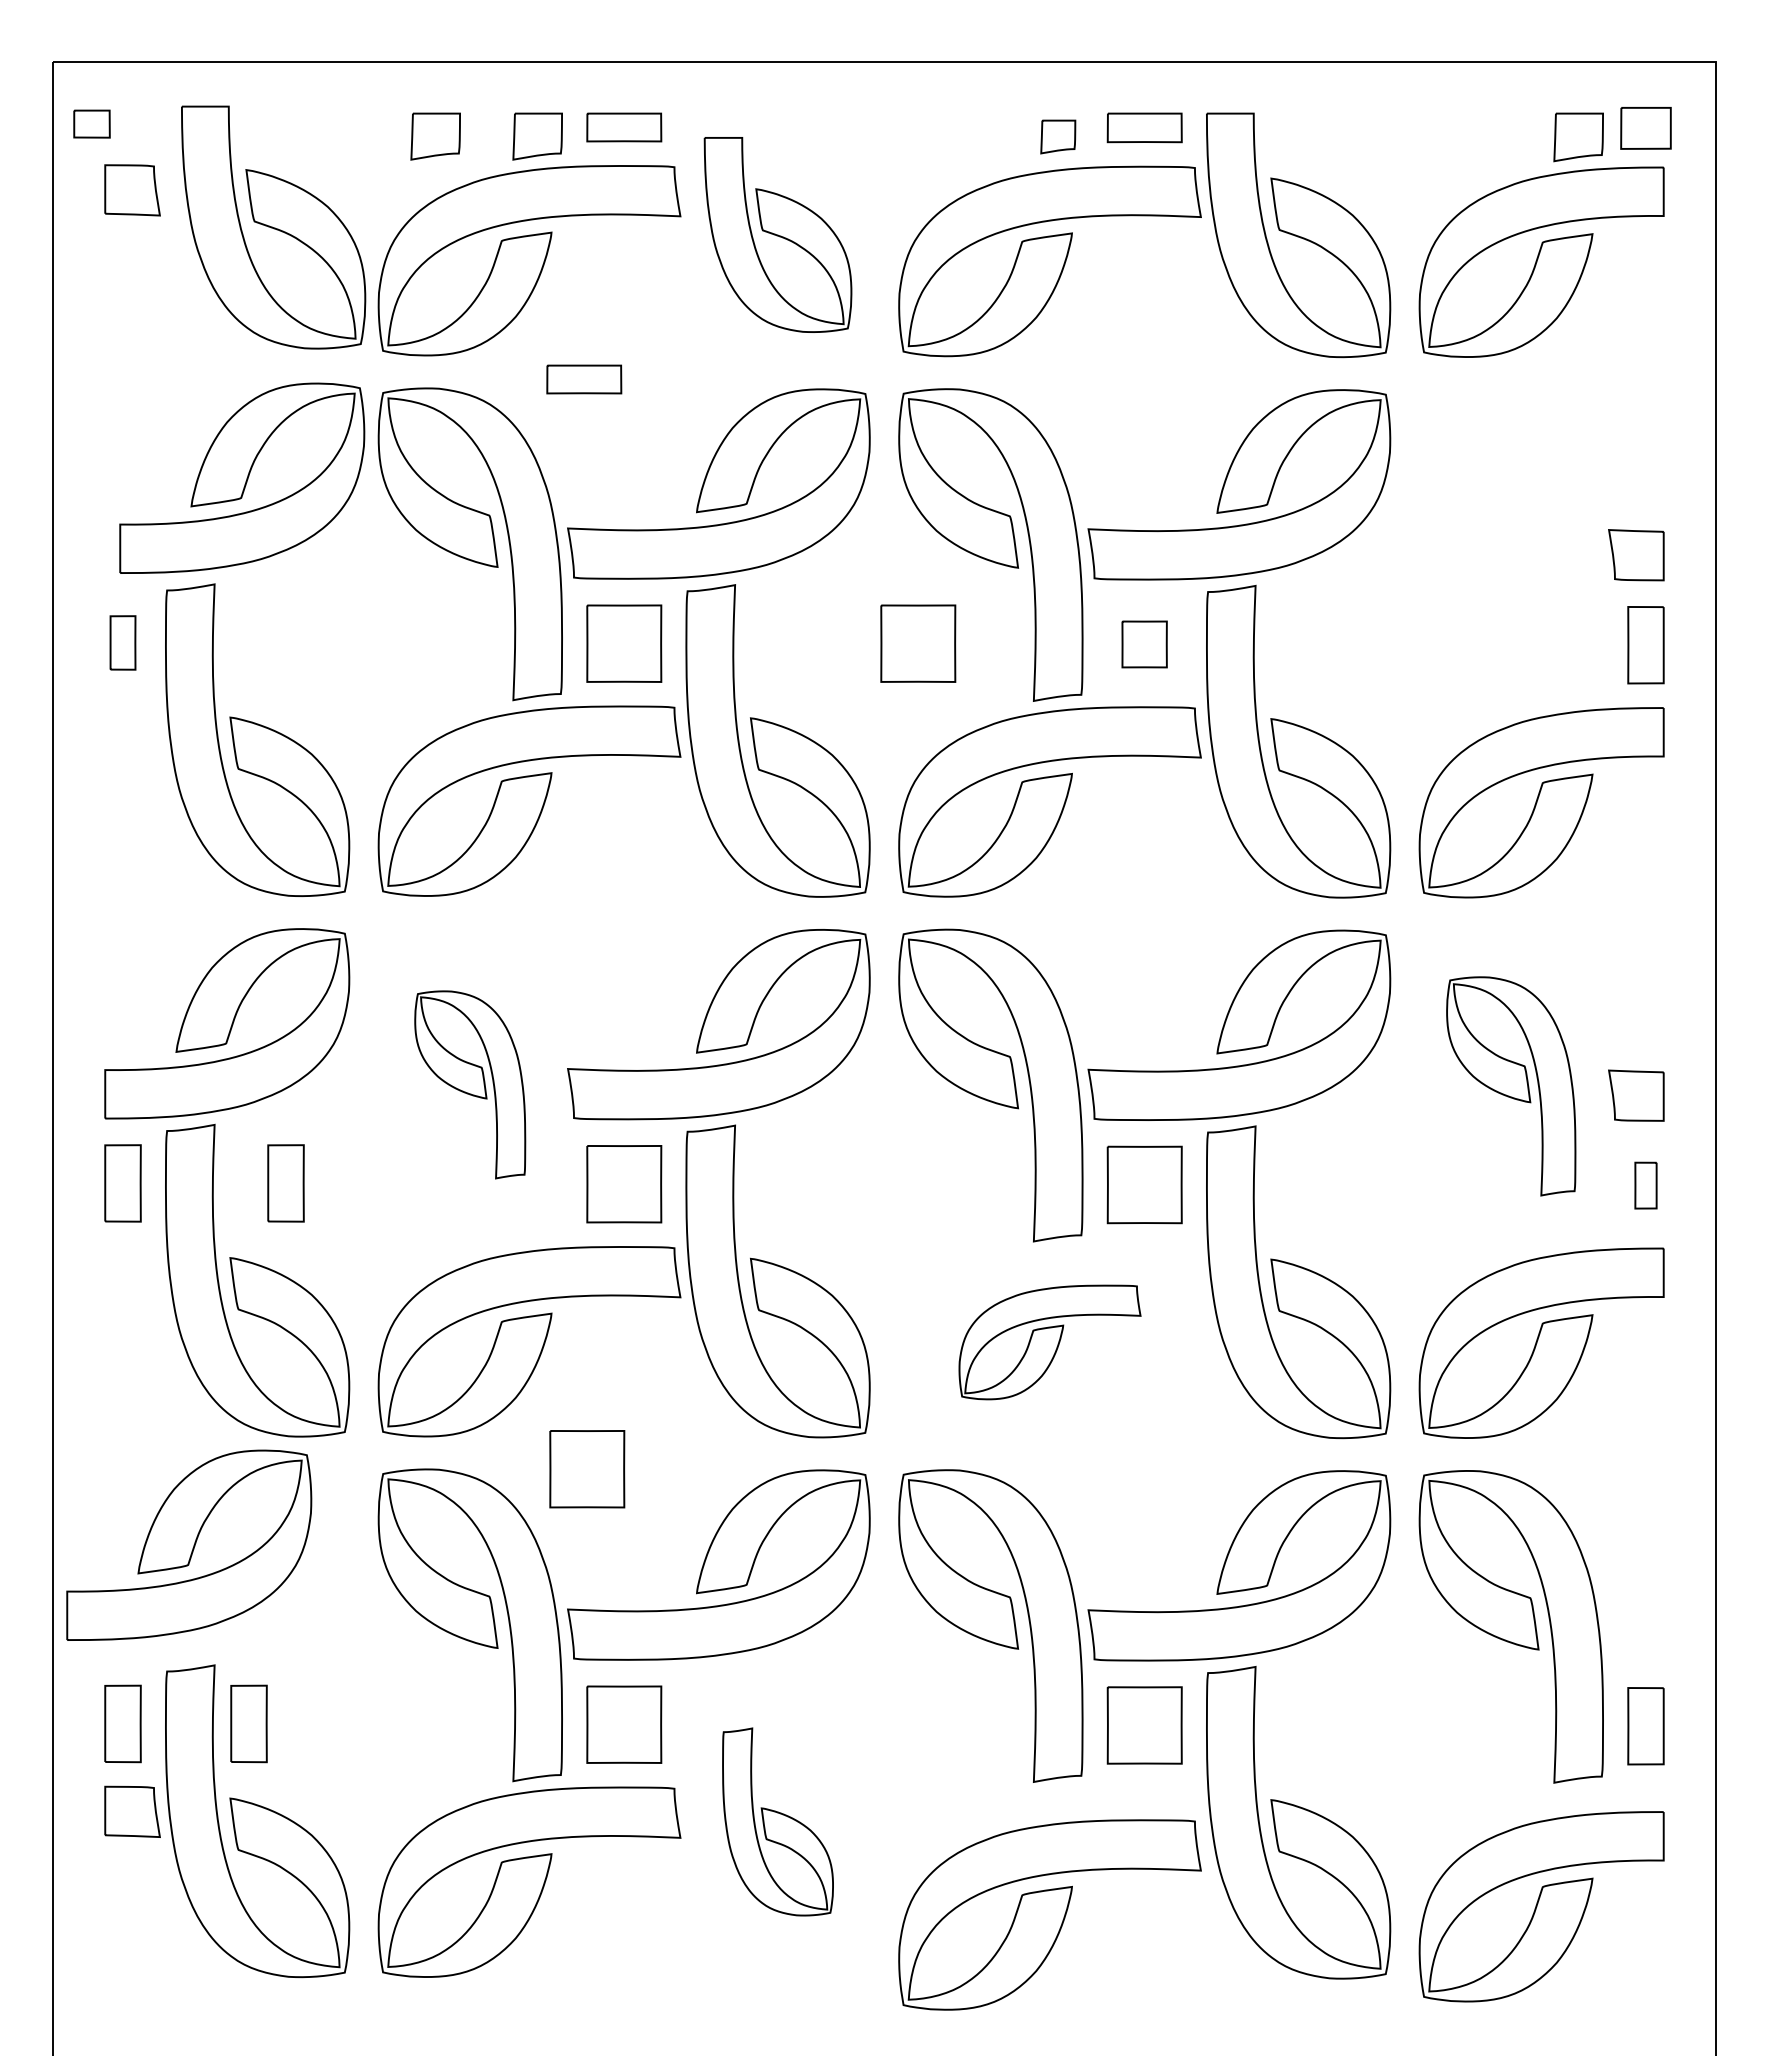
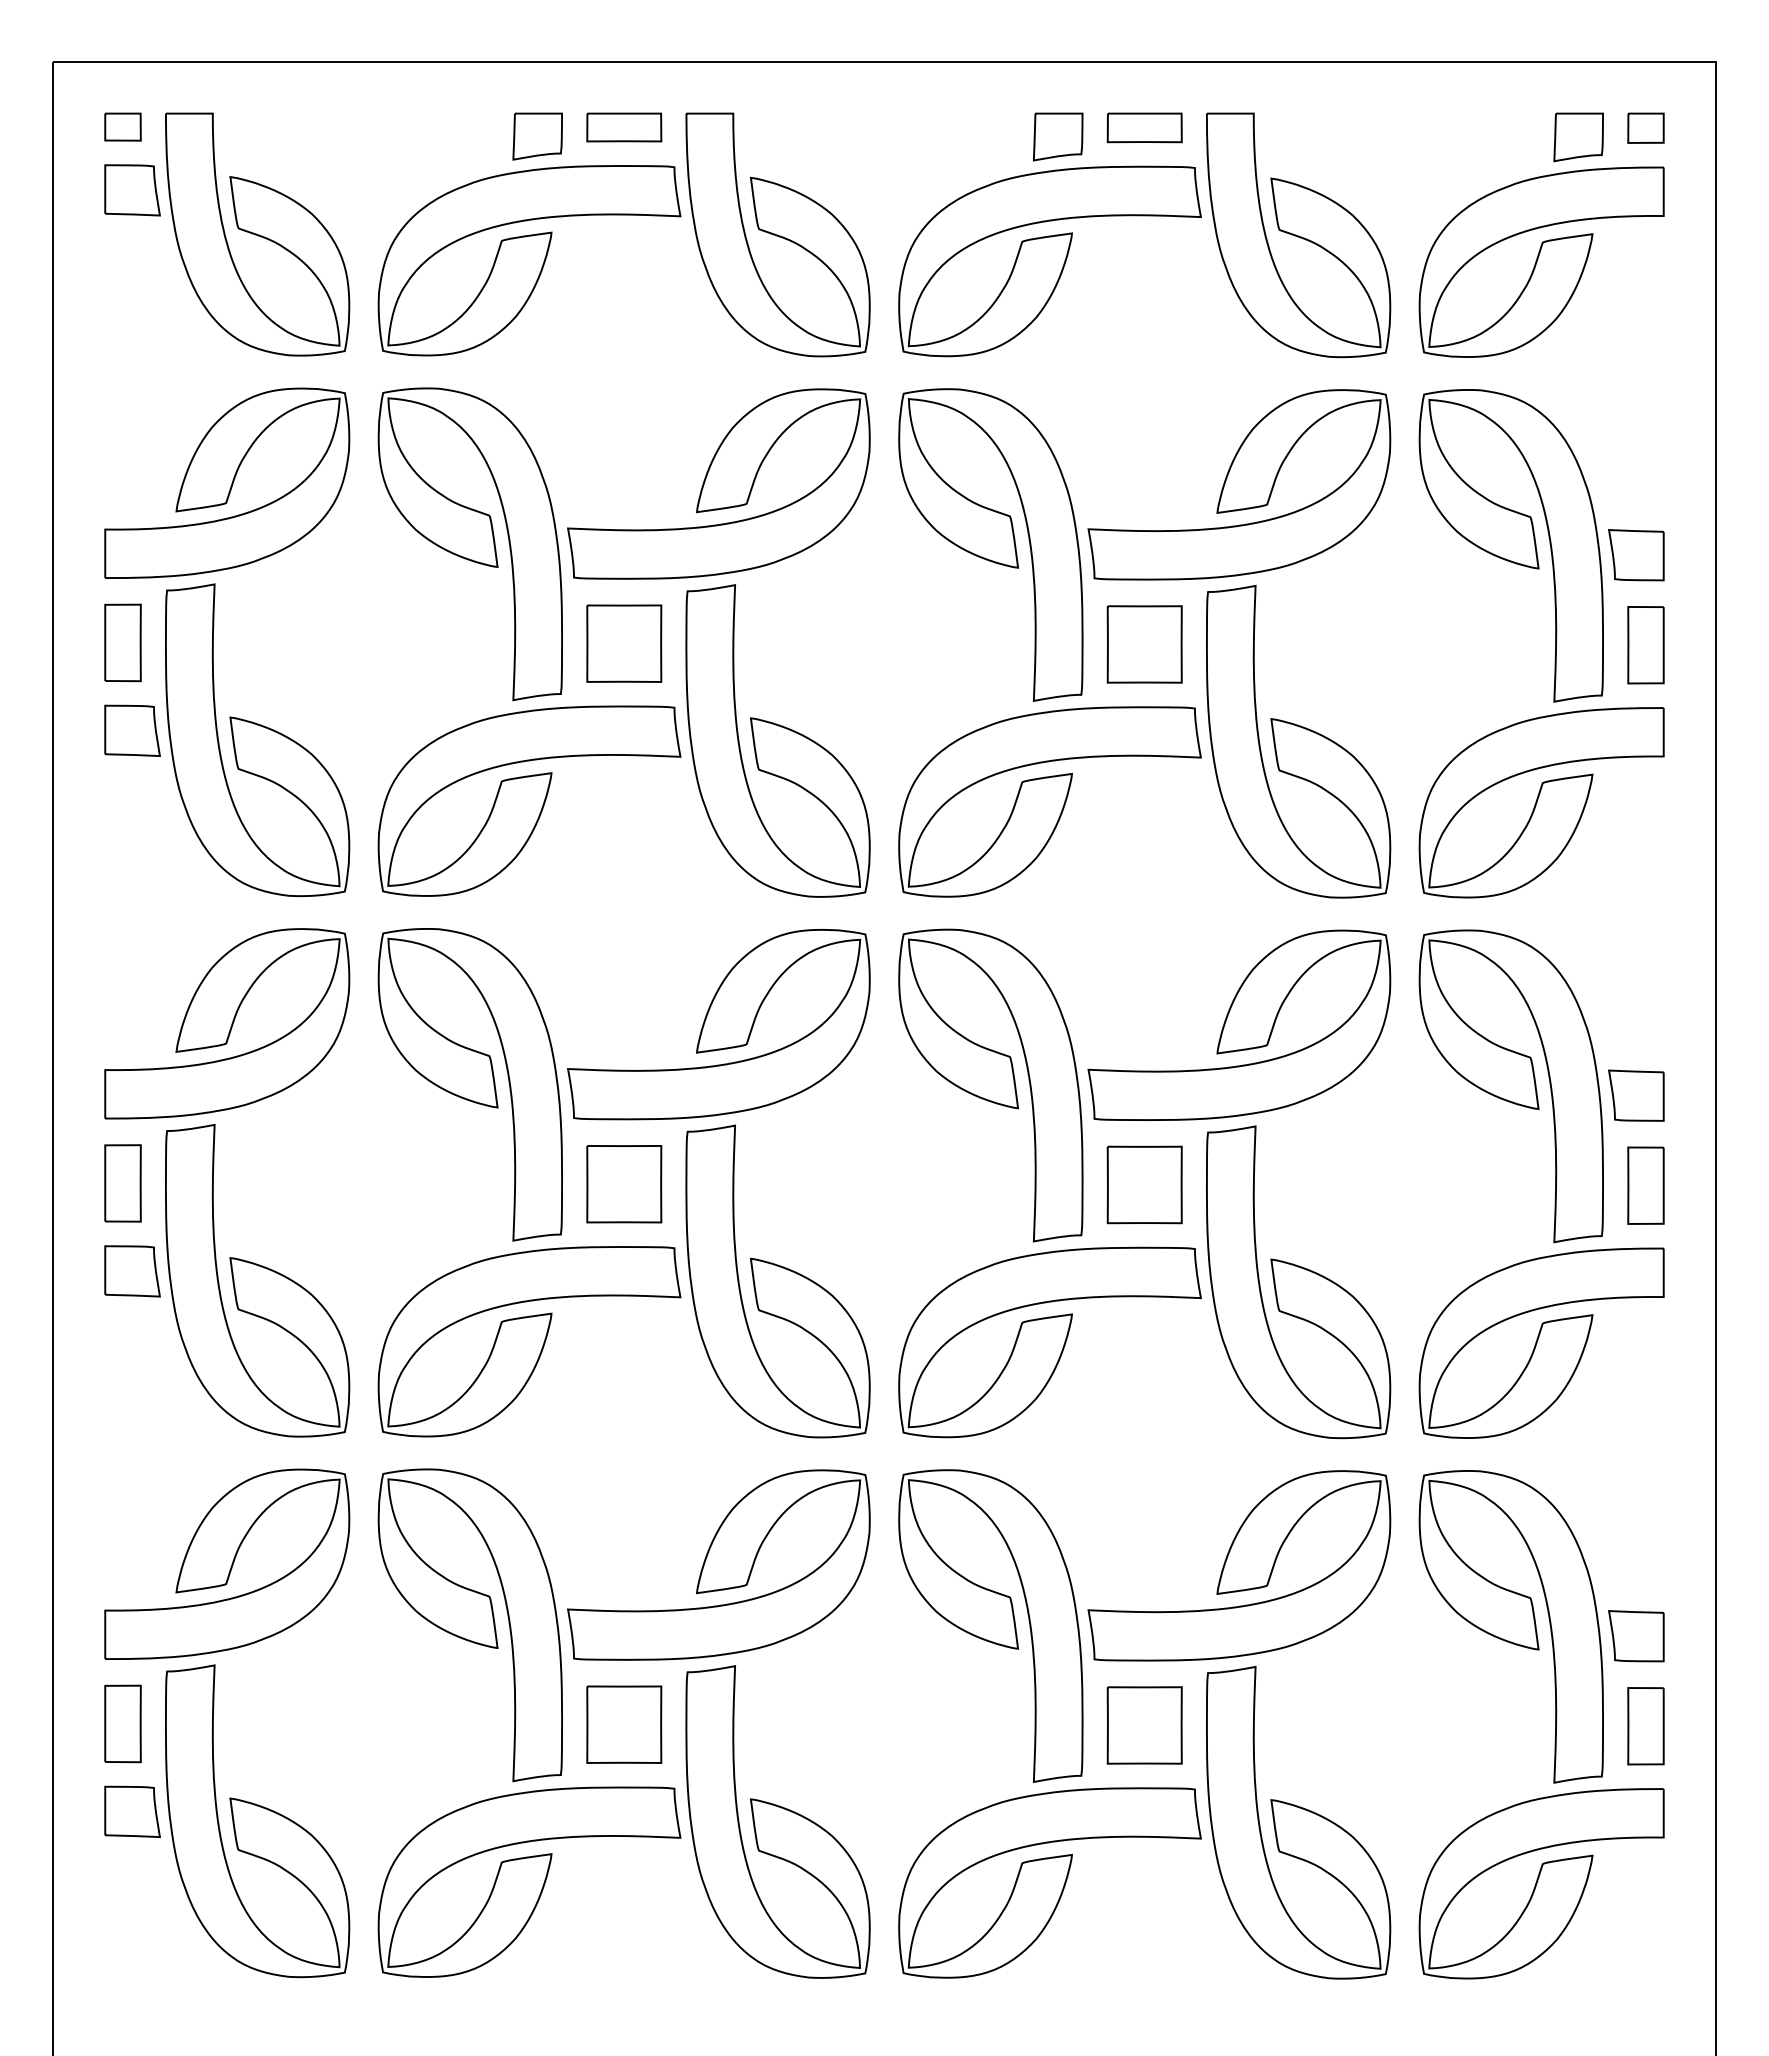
part at (91, 123) position: (91, 123) -> (122, 126)
part at (1645, 128) size: 52x43 px -> 38x32 px
part at (435, 136): present -> none
part at (1058, 136) size: 37x36 px -> 51x50 px
part at (273, 227) position: (273, 227) -> (257, 234)
part at (777, 234) size: 150x196 px -> 186x246 px
part at (584, 379): present -> none
part at (242, 477) position: (242, 477) -> (227, 482)
part at (1510, 545): none -> present
part at (122, 642) size: 28x56 px -> 38x80 px
part at (918, 643): present -> none
part at (1144, 644) size: 47x49 px -> 77x79 px
part at (132, 730): none -> present
part at (470, 1084) size: 113x190 px -> 186x314 px
part at (1511, 1086) size: 131x221 px -> 186x315 px
part at (285, 1183): present -> none
part at (1645, 1185) size: 24x49 px -> 38x79 px
part at (132, 1271): none -> present
part at (1049, 1342) size: 184x117 px -> 304x193 px
part at (587, 1469): present -> none
part at (189, 1544) position: (189, 1544) -> (227, 1563)
part at (1636, 1636): none -> present
part at (248, 1723): present -> none
part at (777, 1821) size: 112x190 px -> 186x314 px
part at (1541, 1906) position: (1541, 1906) -> (1541, 1883)
part at (1049, 1914) position: (1049, 1914) -> (1049, 1882)
